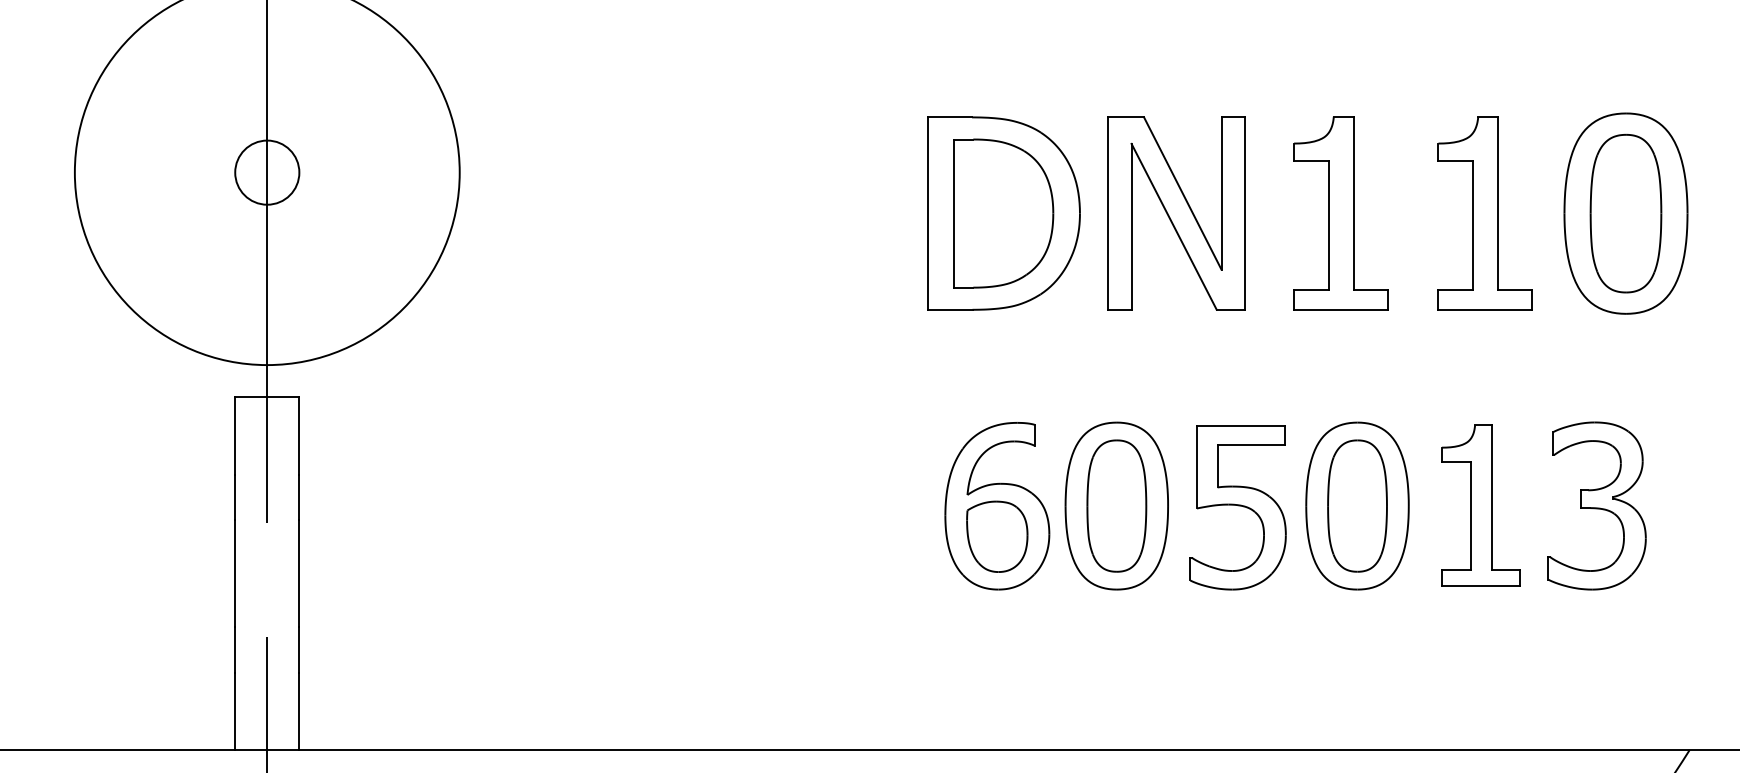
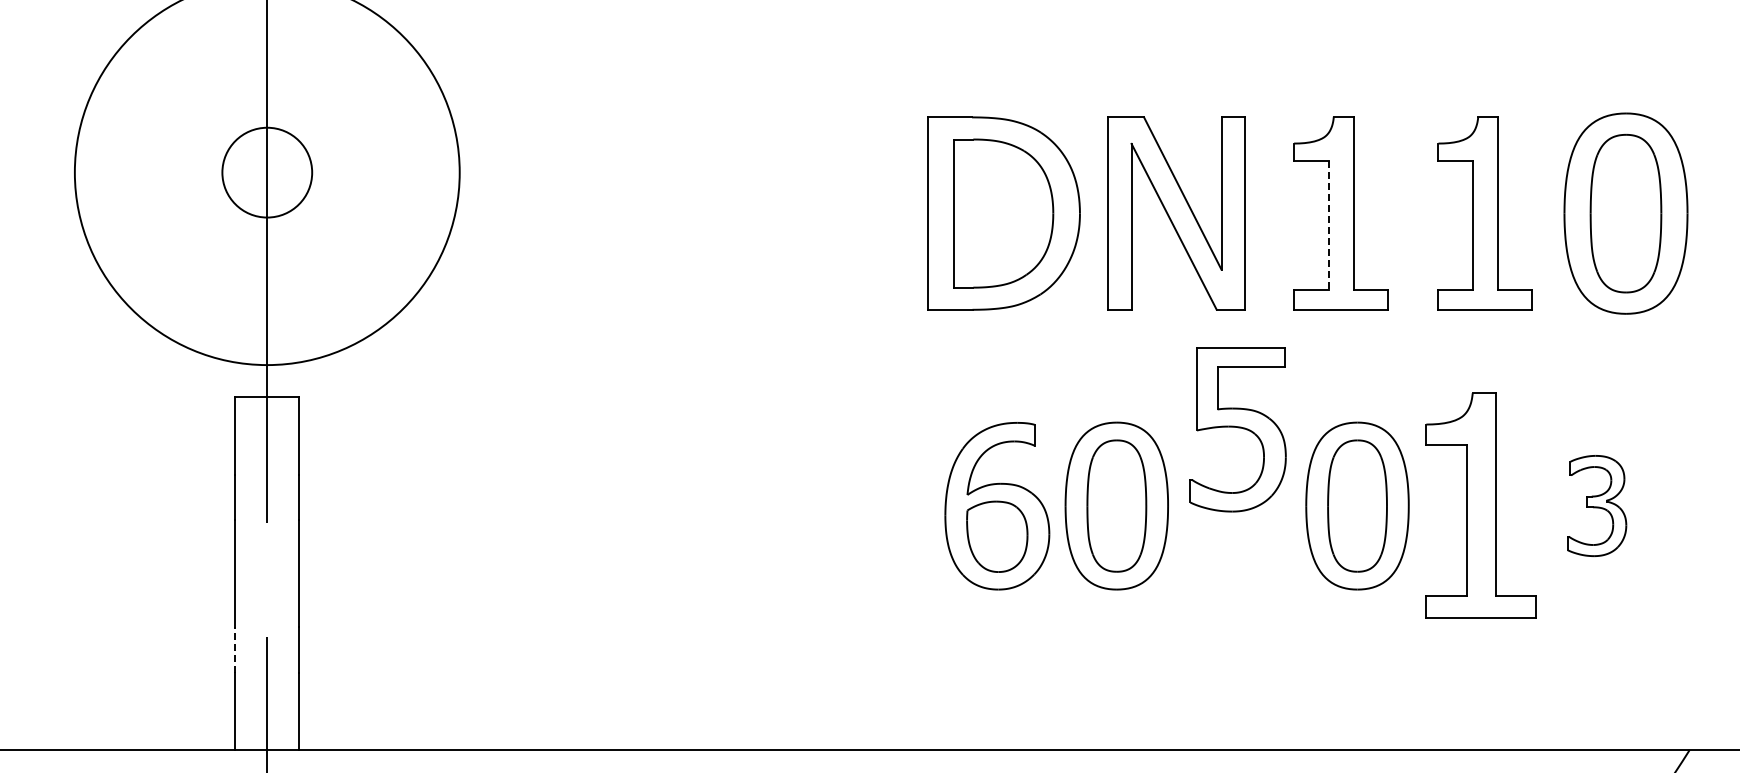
circle at (267, 172) diameter: 64 px -> 90 px
line at (1328, 226): solid -> dashed
part at (1480, 505) size: 80x163 px -> 112x227 px
part at (1596, 505) size: 100x170 px -> 61x102 px
part at (1237, 507) position: (1237, 507) -> (1237, 429)
line at (235, 649): solid -> dashed
